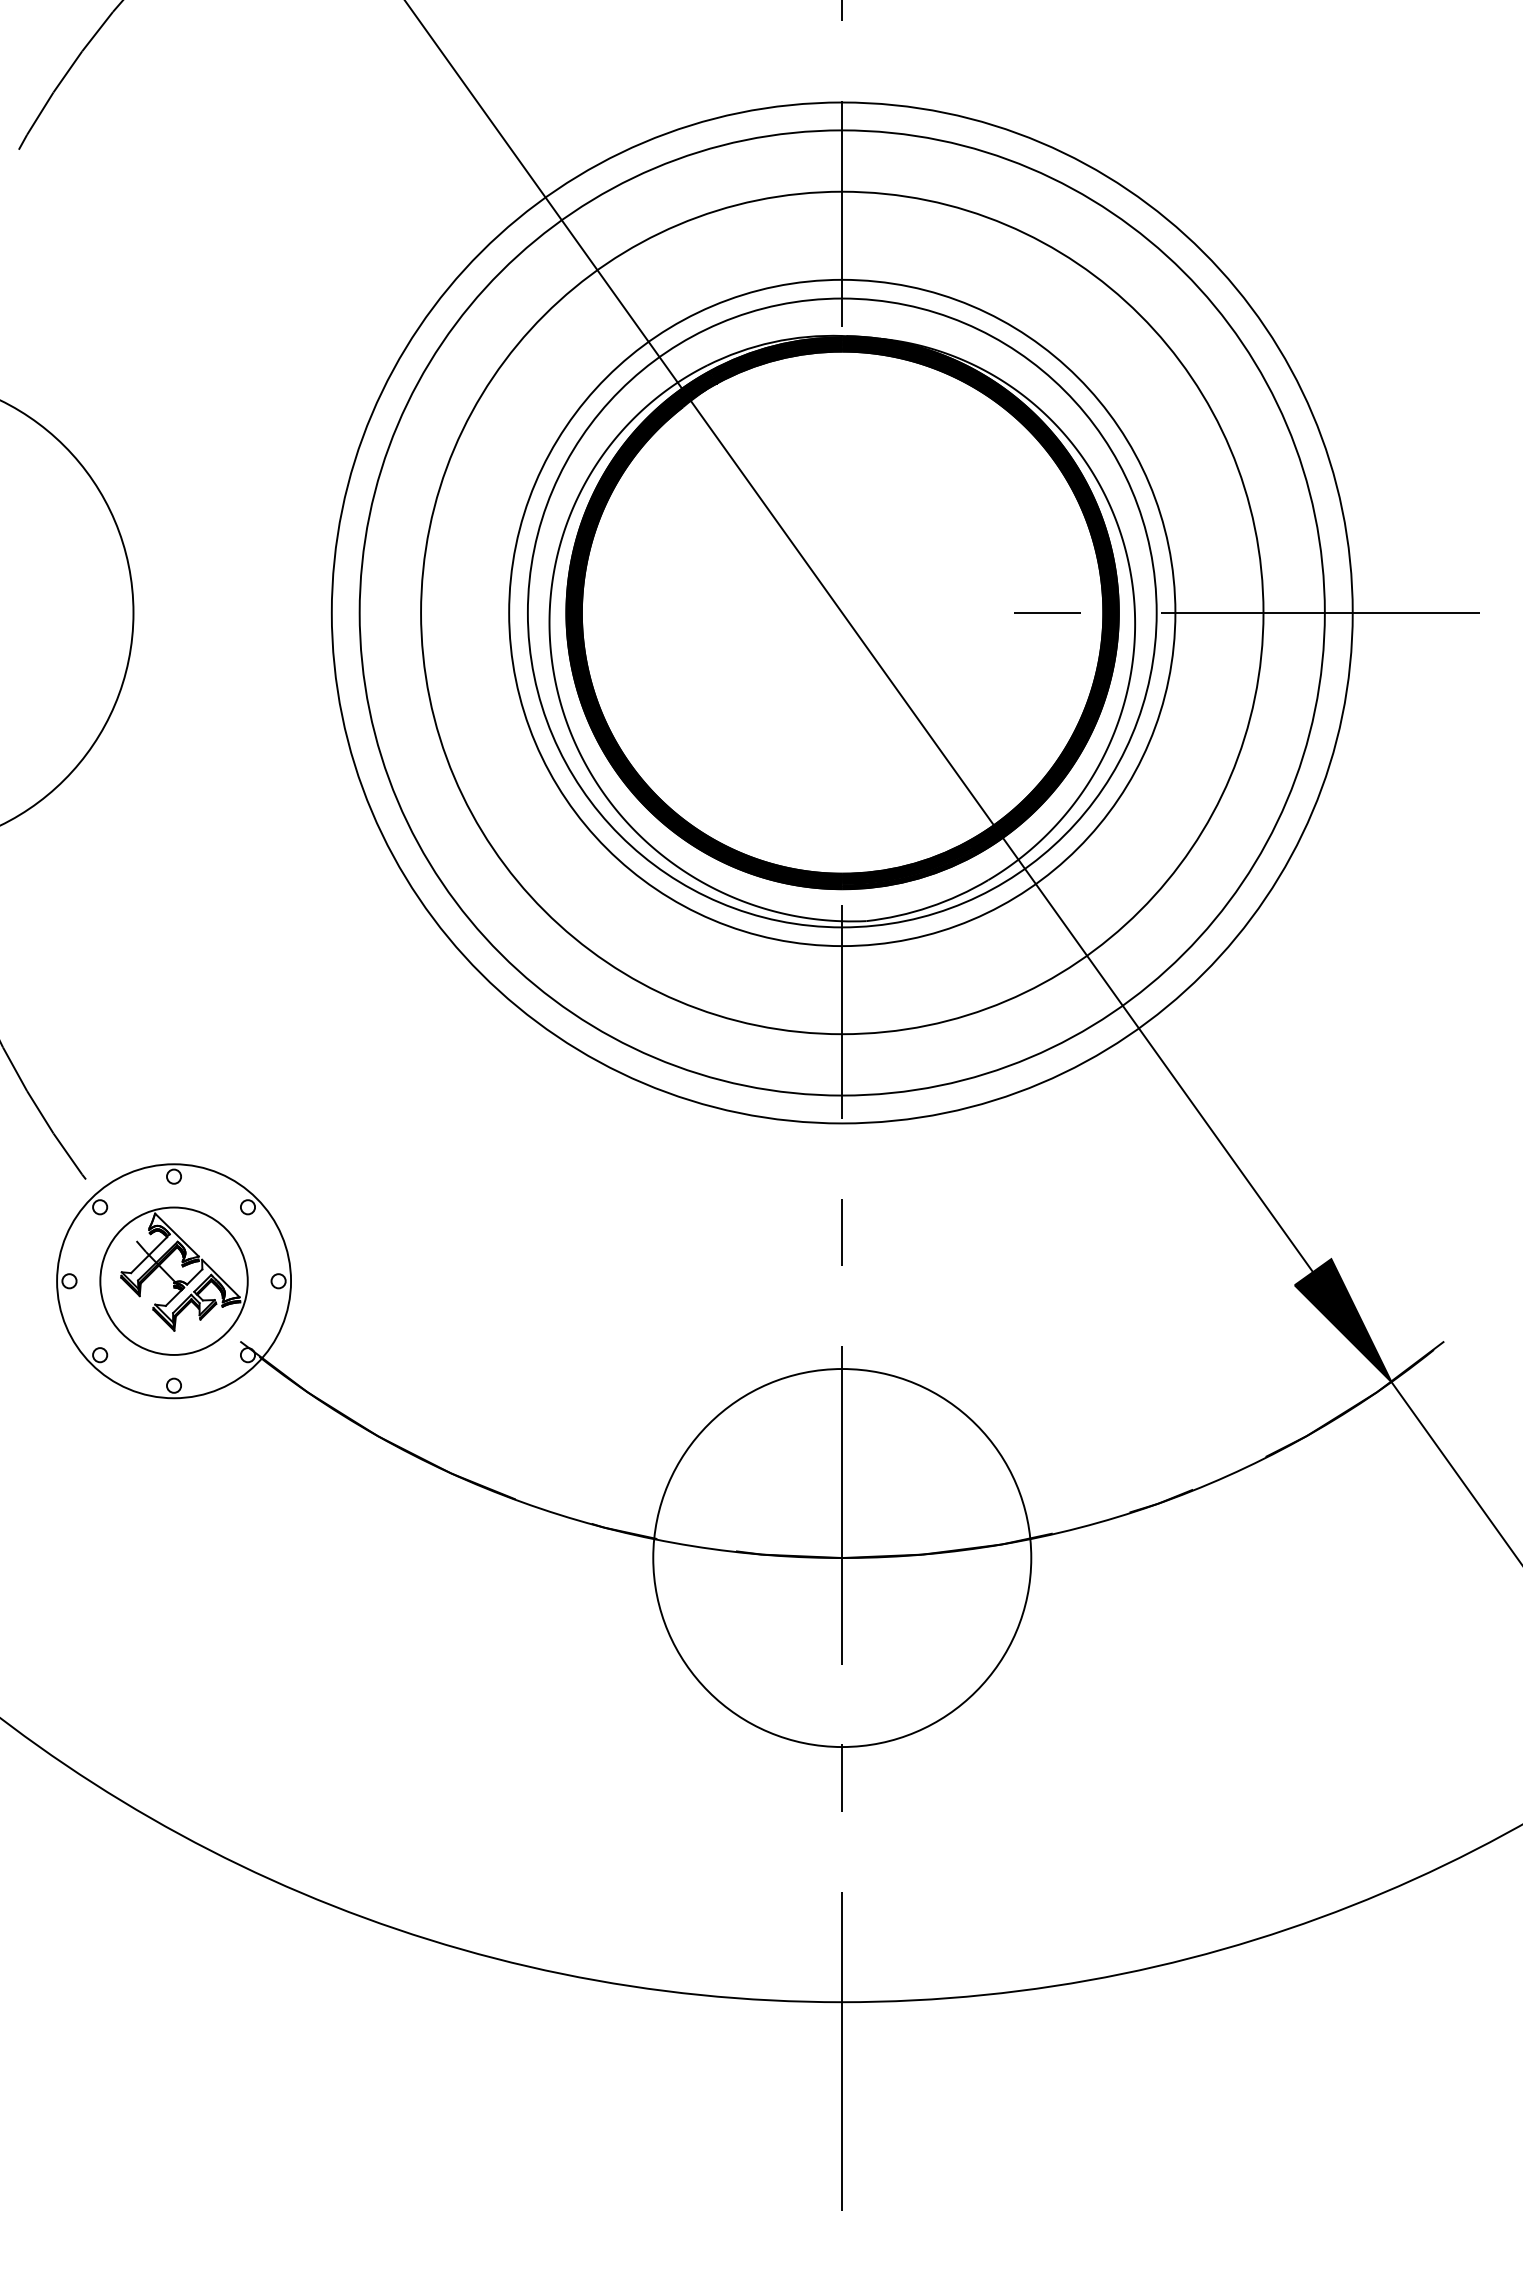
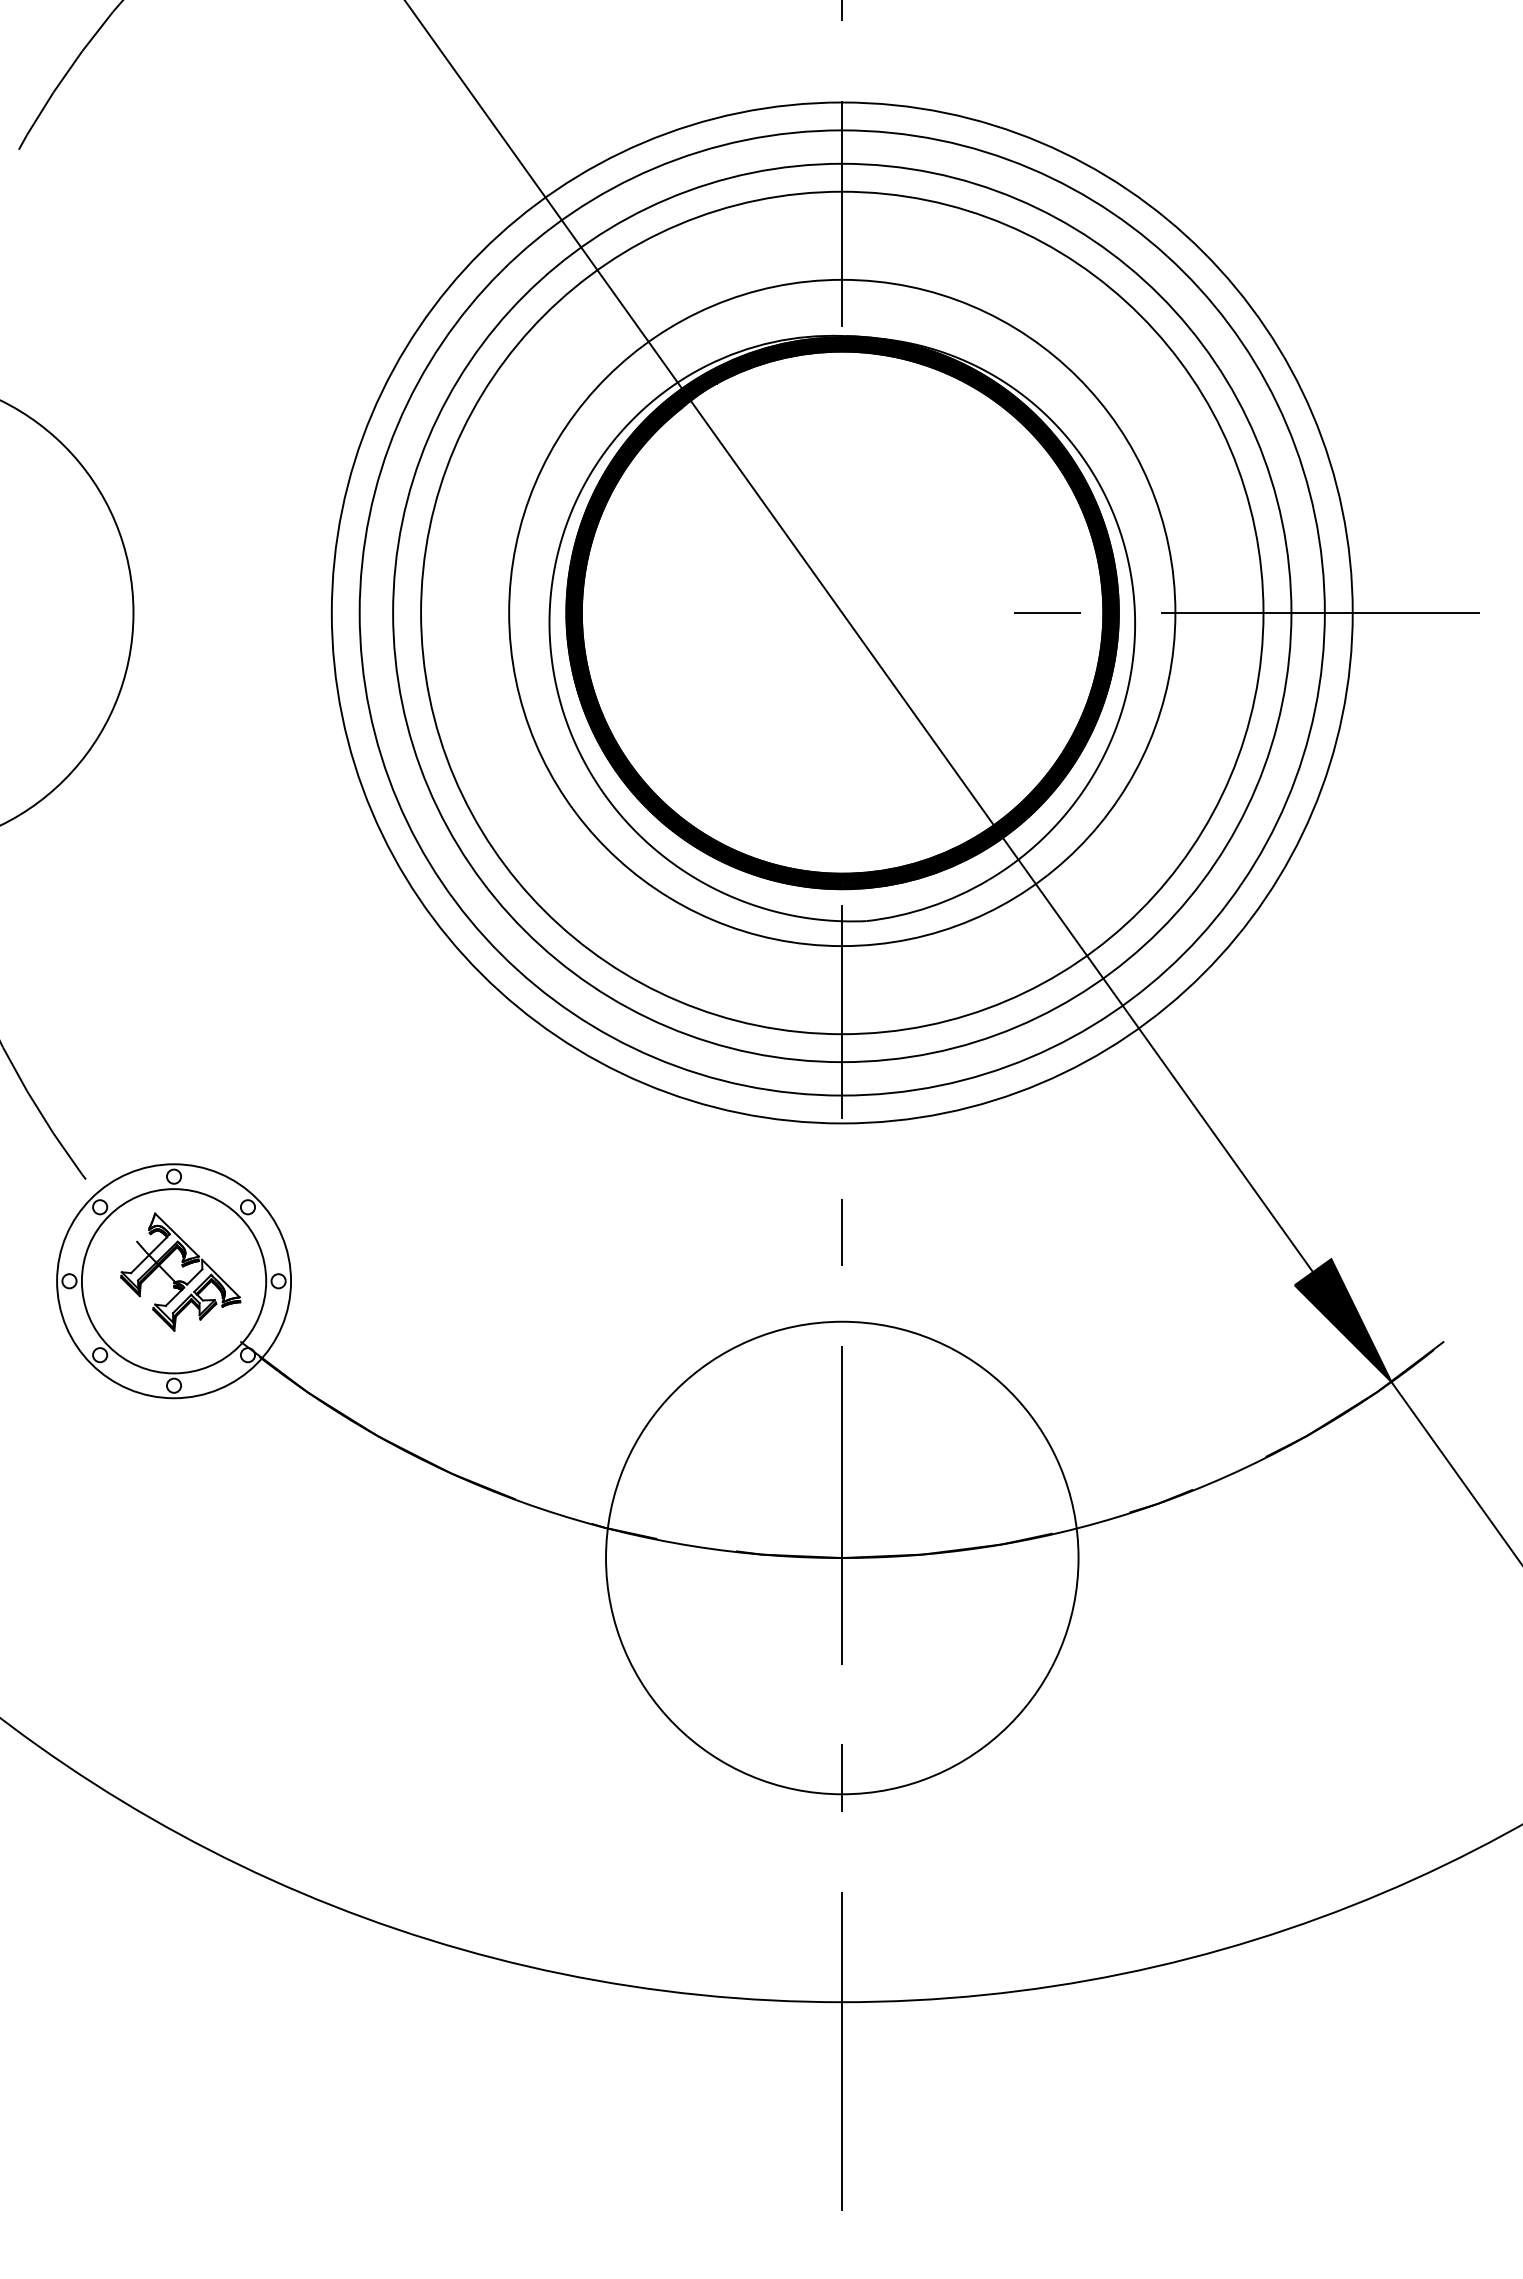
circle at (841, 612) diameter: 629 px -> 898 px
circle at (173, 1280) diameter: 147 px -> 184 px
circle at (842, 1558) diameter: 378 px -> 473 px
